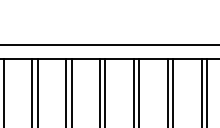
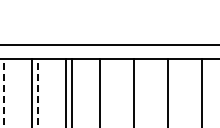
line at (105, 91): present -> none
line at (139, 91): present -> none
line at (173, 91): present -> none
line at (207, 91): present -> none
line at (3, 92): solid -> dashed
line at (37, 92): solid -> dashed
